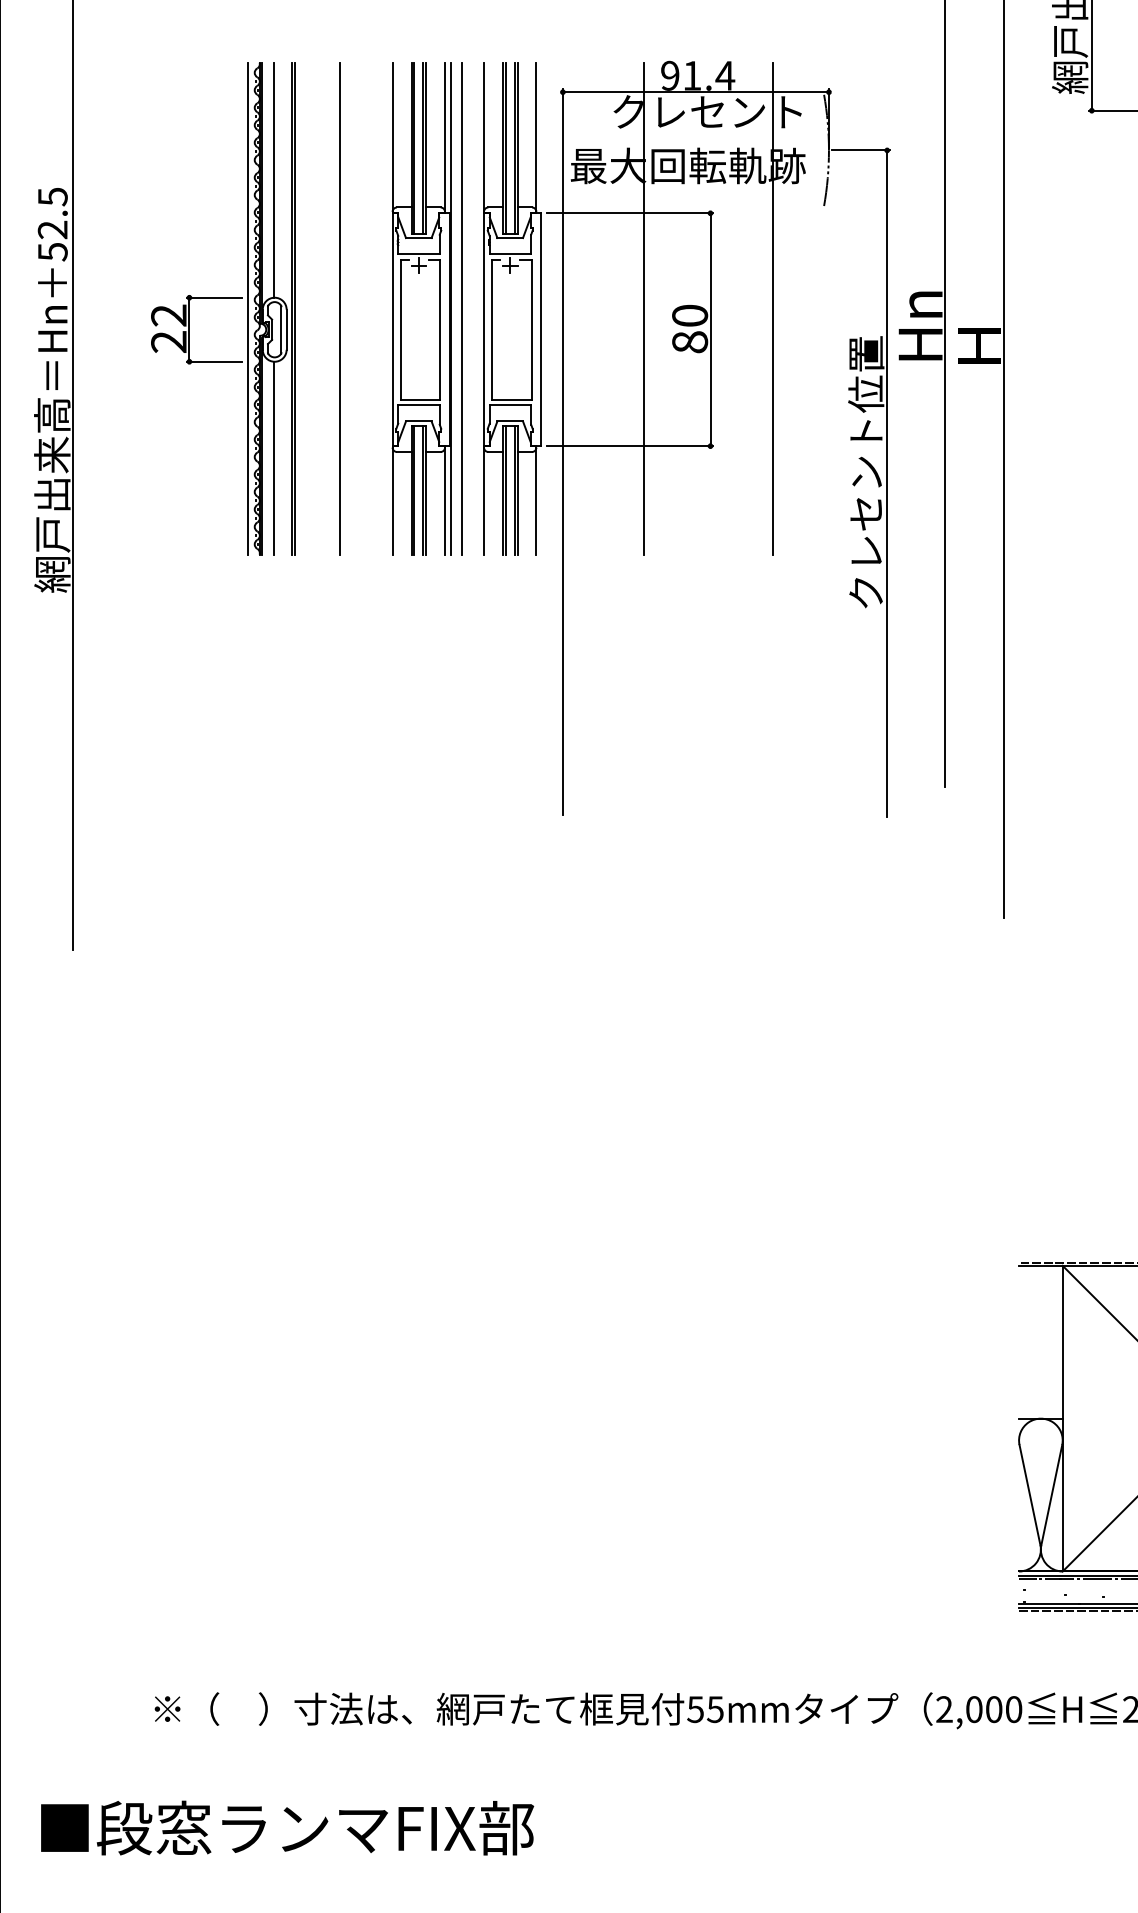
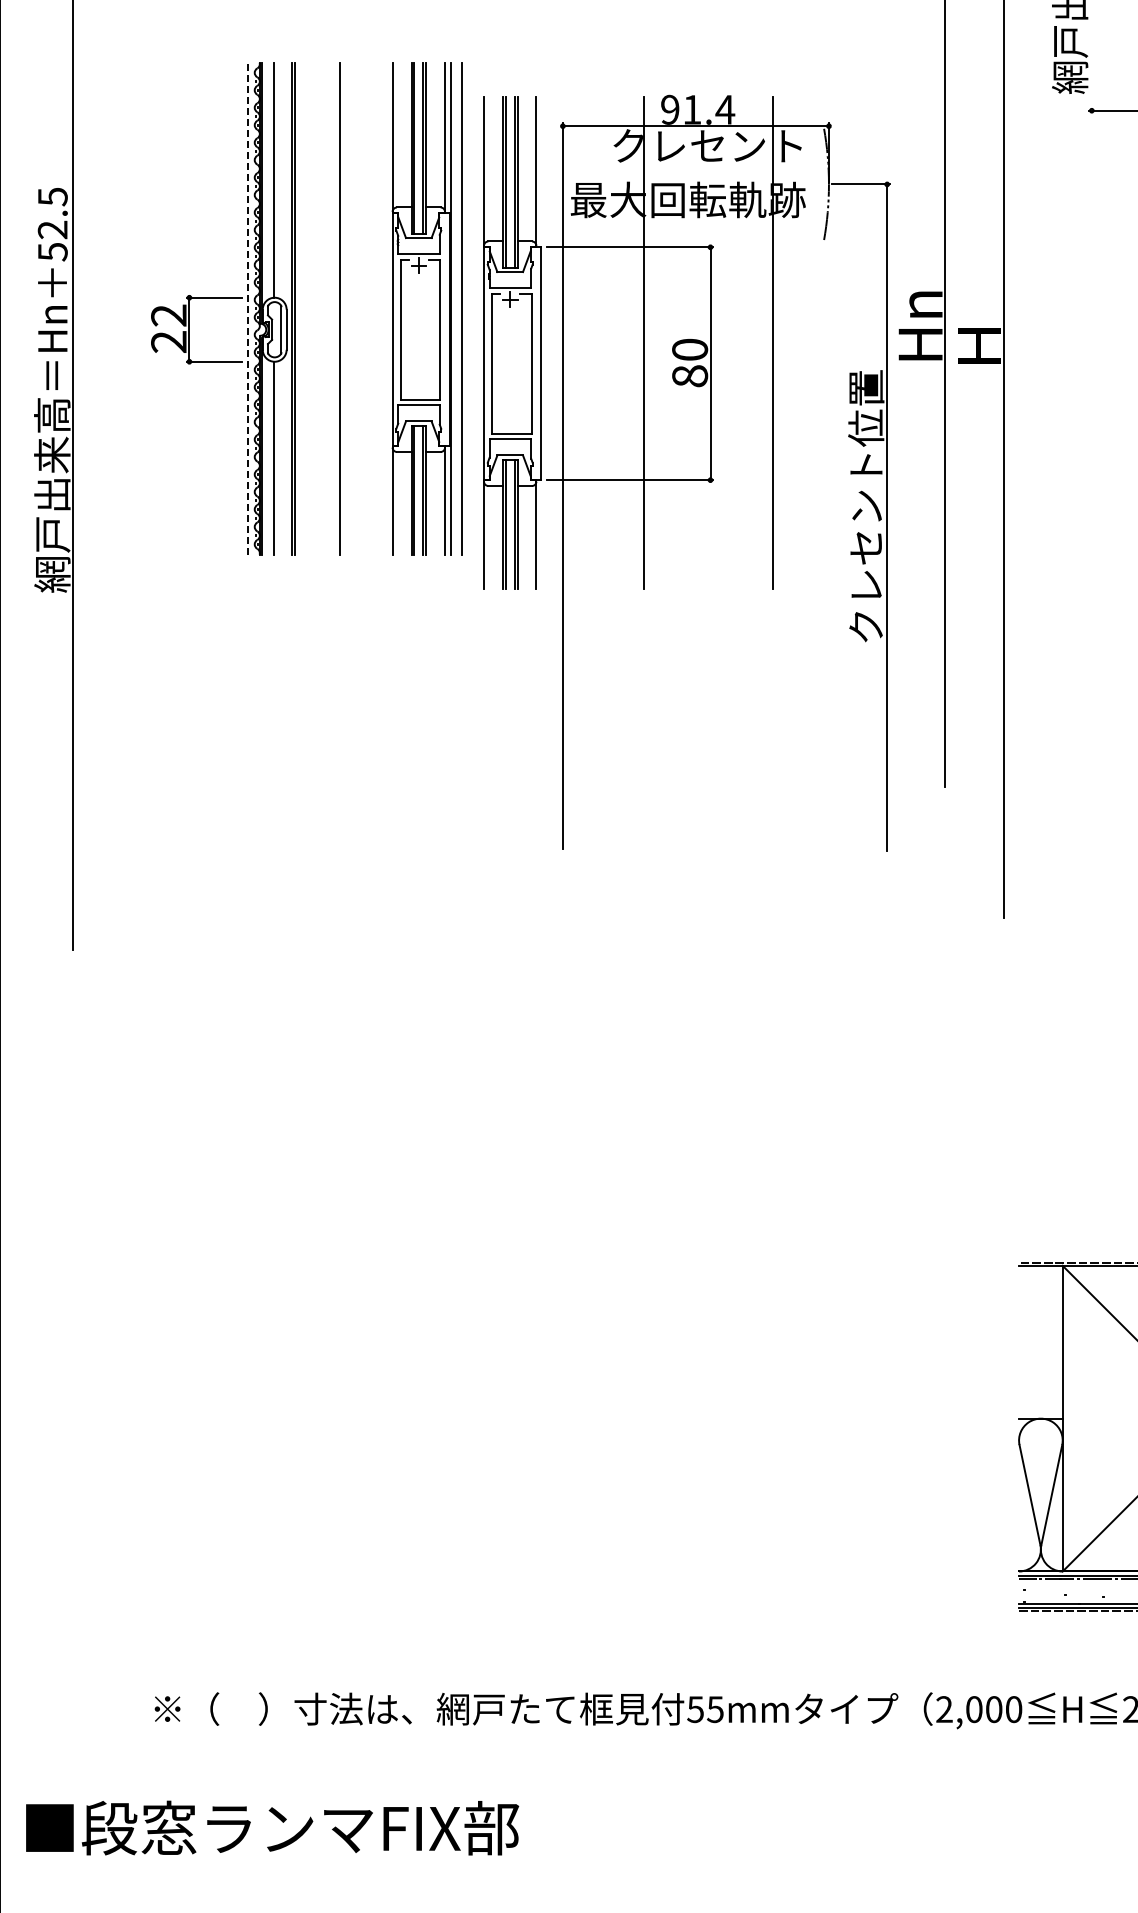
line at (1091, 56): present -> none
line at (247, 308): solid -> dashed
part at (686, 438) position: (686, 438) -> (686, 472)
text at (287, 1827) position: (287, 1827) -> (272, 1827)
